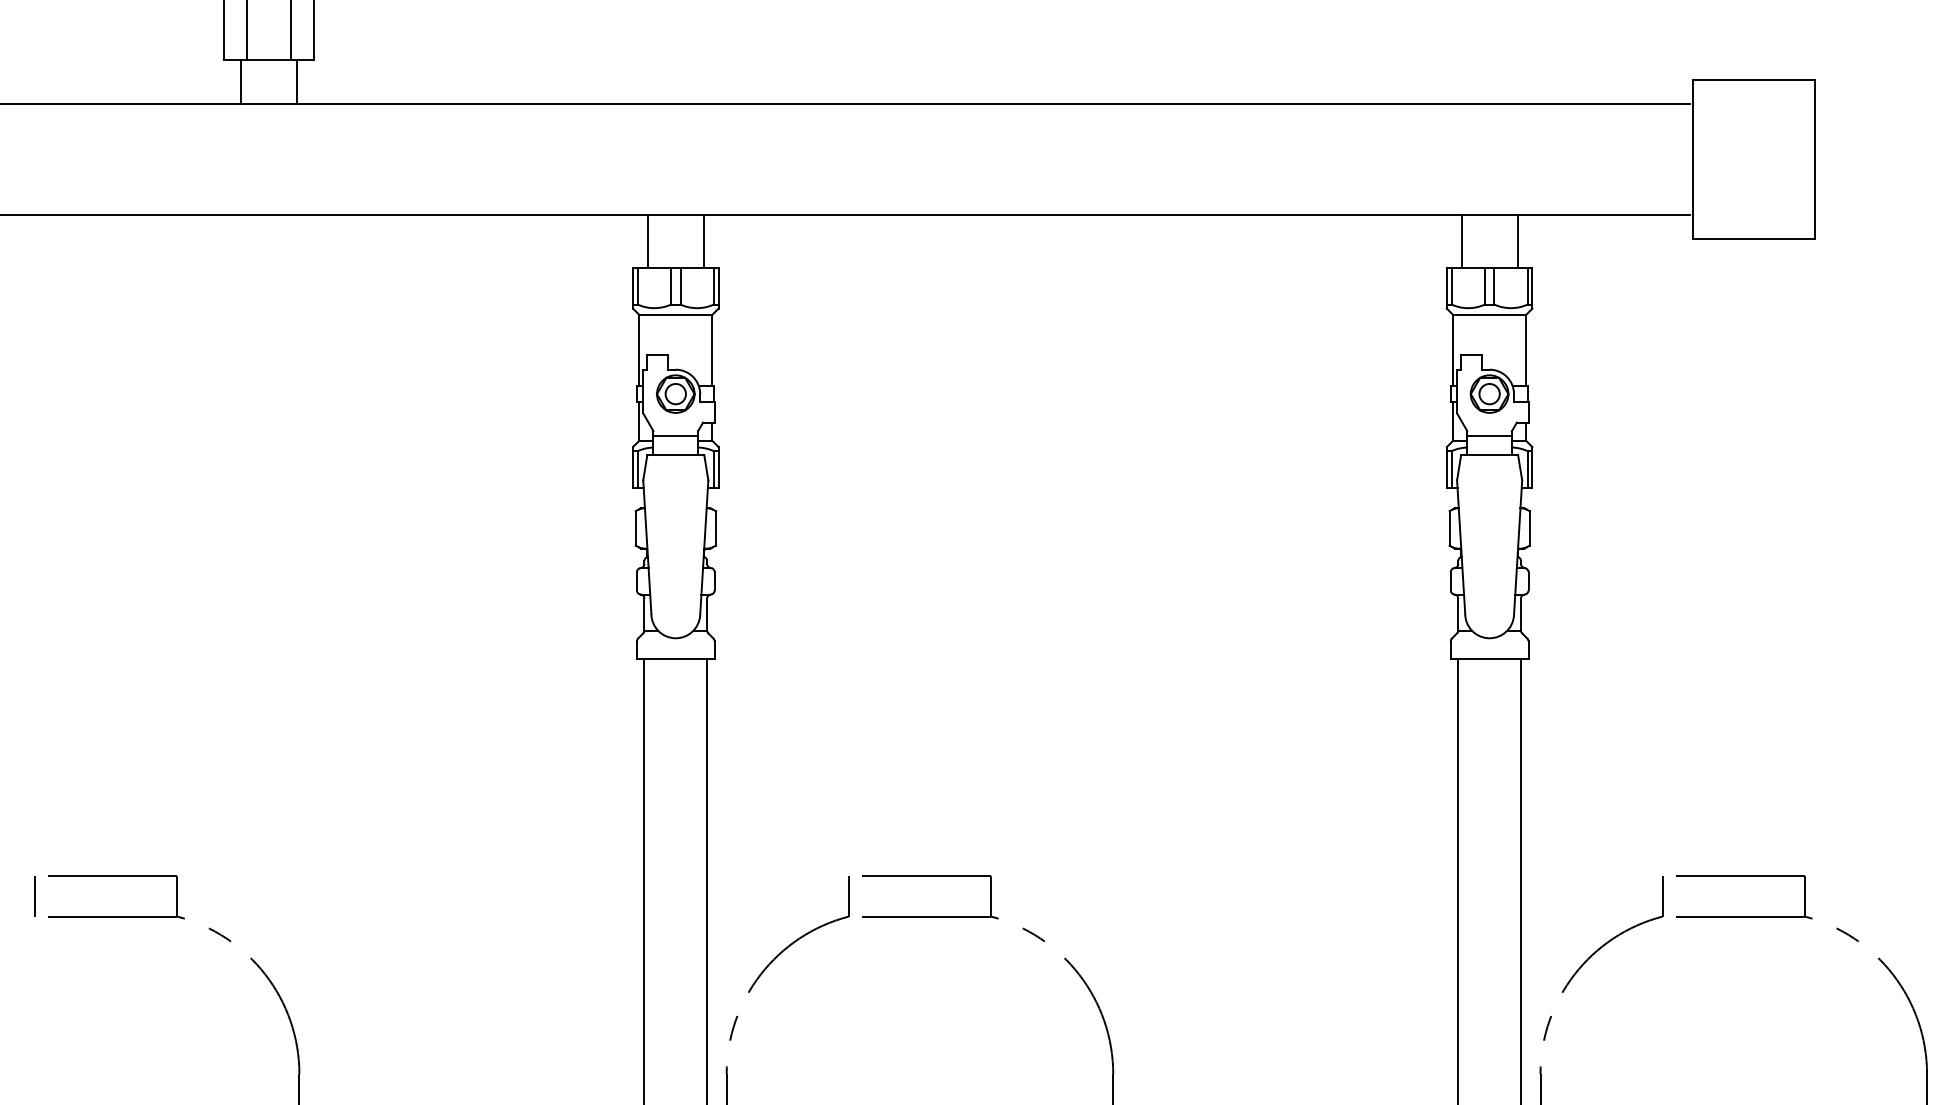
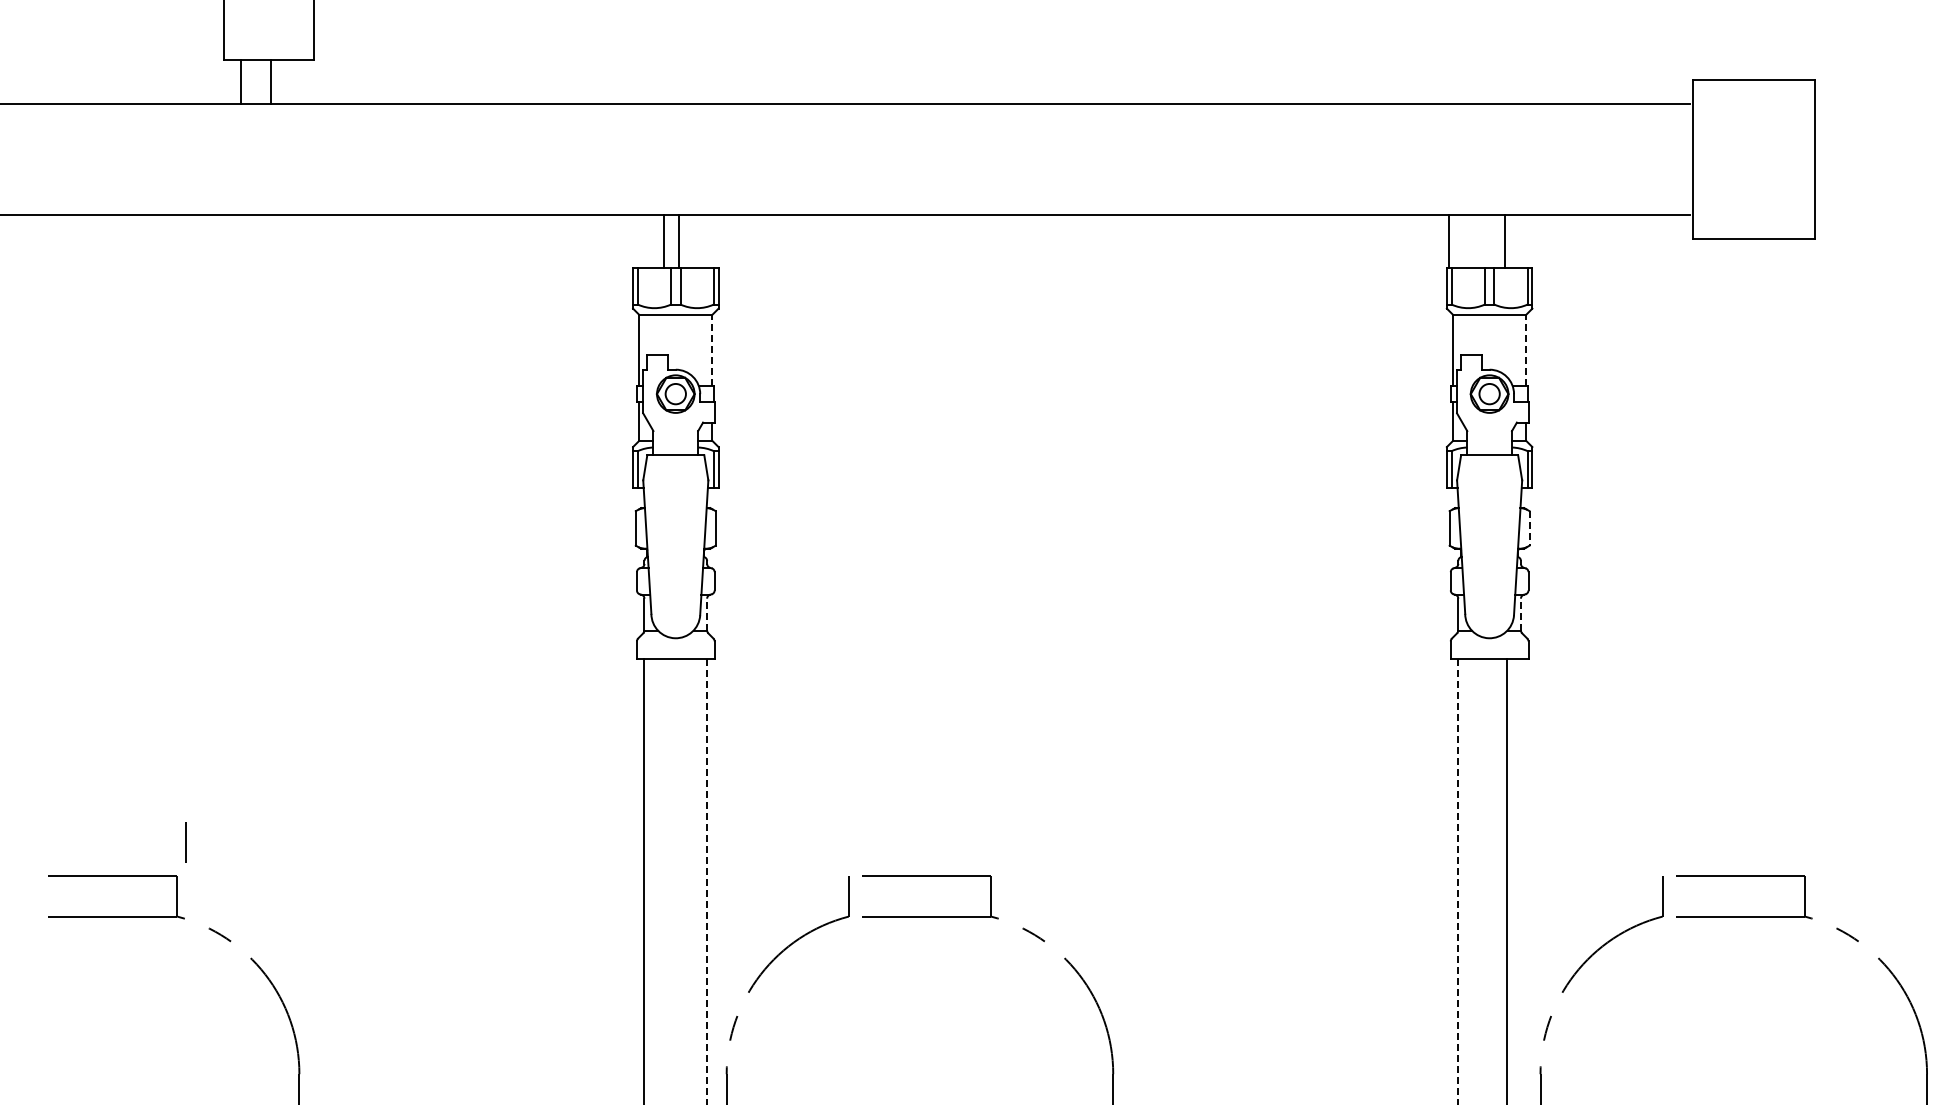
line at (246, 30): present -> none
line at (291, 30): present -> none
line at (296, 81) position: (296, 81) -> (270, 81)
line at (647, 241) position: (647, 241) -> (663, 241)
line at (703, 241) position: (703, 241) -> (678, 241)
line at (1461, 241) position: (1461, 241) -> (1448, 241)
line at (1517, 241) position: (1517, 241) -> (1504, 241)
line at (712, 350): solid -> dashed
line at (1526, 350): solid -> dashed
line at (675, 435): present -> none
line at (1489, 435): present -> none
line at (1529, 528): solid -> dashed
line at (707, 614): solid -> dashed
line at (1520, 614): solid -> dashed
line at (1521, 879) position: (1521, 879) -> (1507, 879)
line at (707, 881): solid -> dashed
line at (1458, 881): solid -> dashed
line at (34, 896) position: (34, 896) -> (185, 842)
